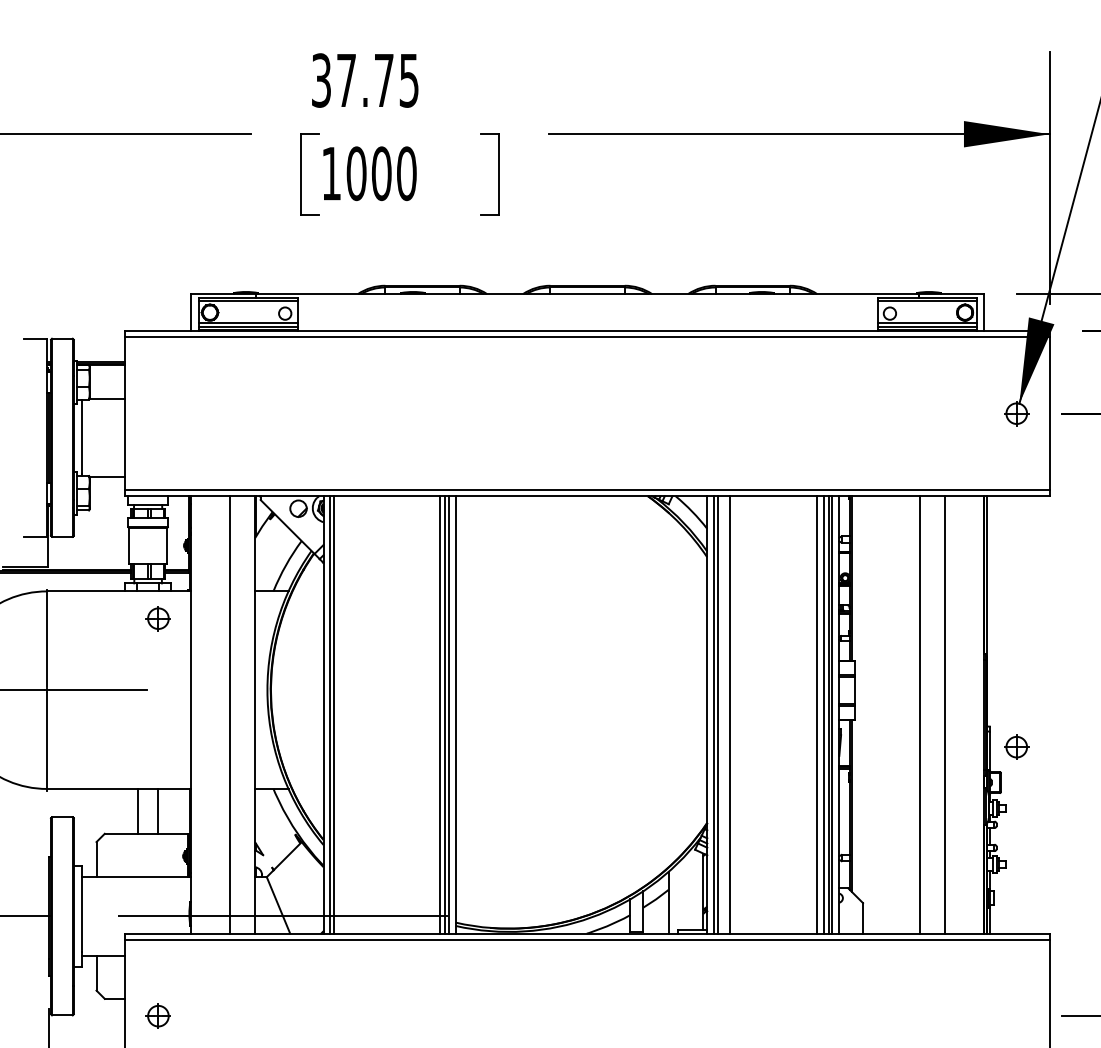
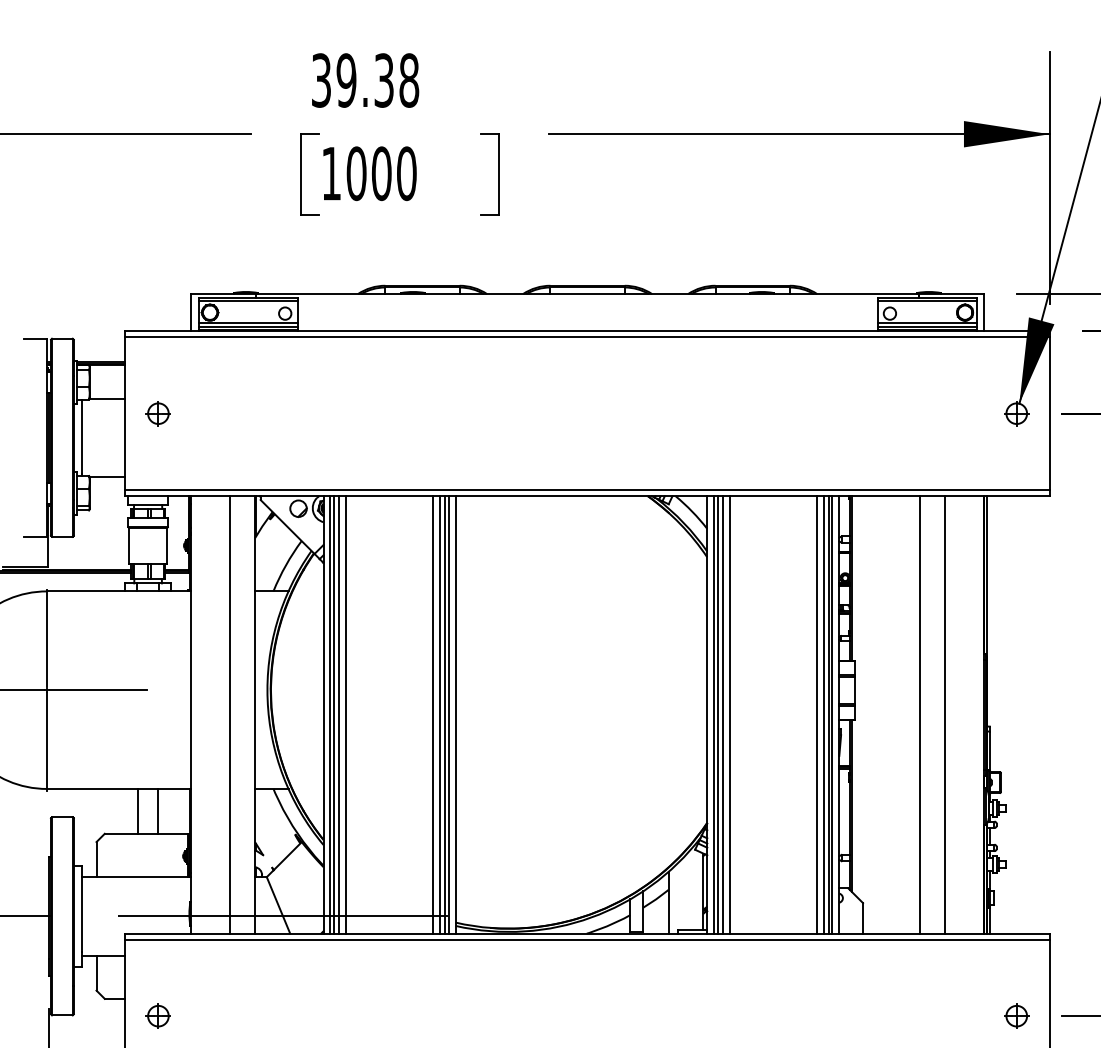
text at (377, 80): 37.75 -> 39.38
part at (157, 618) position: (157, 618) -> (157, 413)
line at (338, 714): none -> present
line at (346, 714): none -> present
line at (432, 714): none -> present
line at (722, 714): none -> present
part at (1016, 746) position: (1016, 746) -> (1016, 1015)
